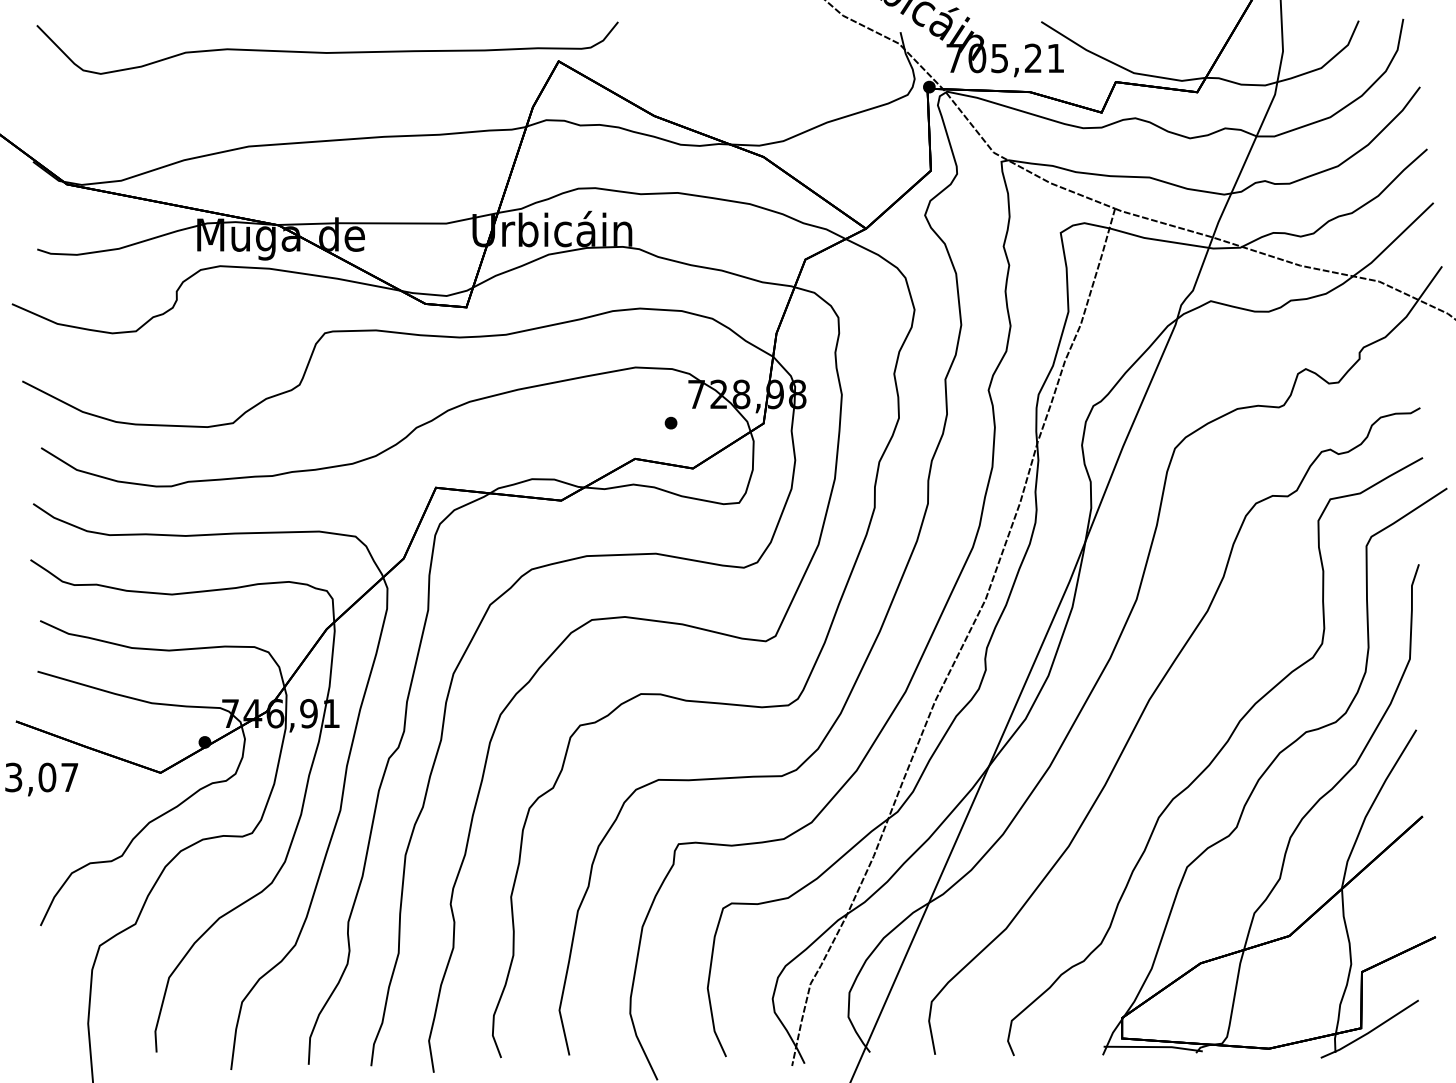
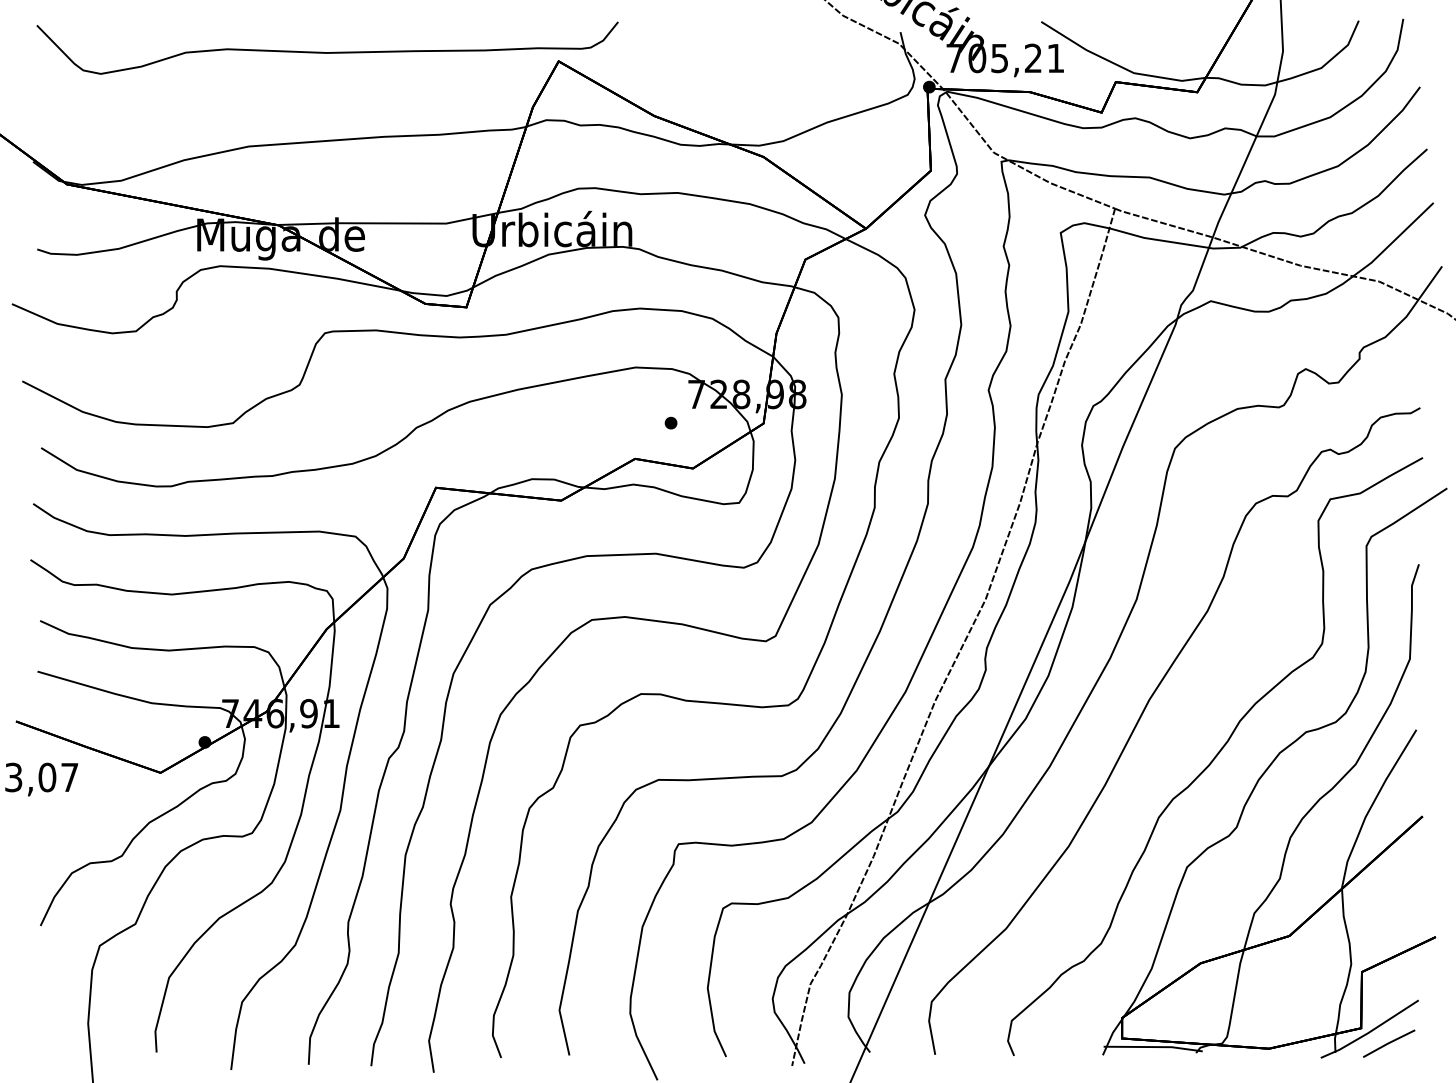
line at (1389, 1043): none -> present
